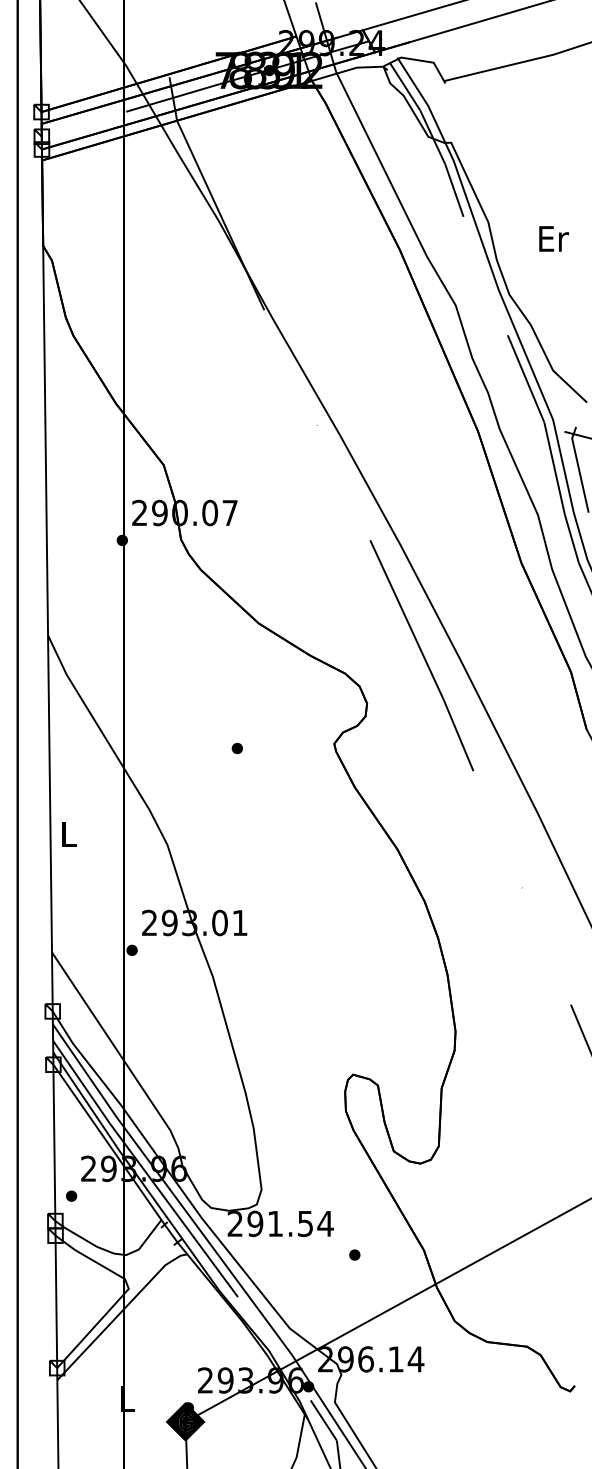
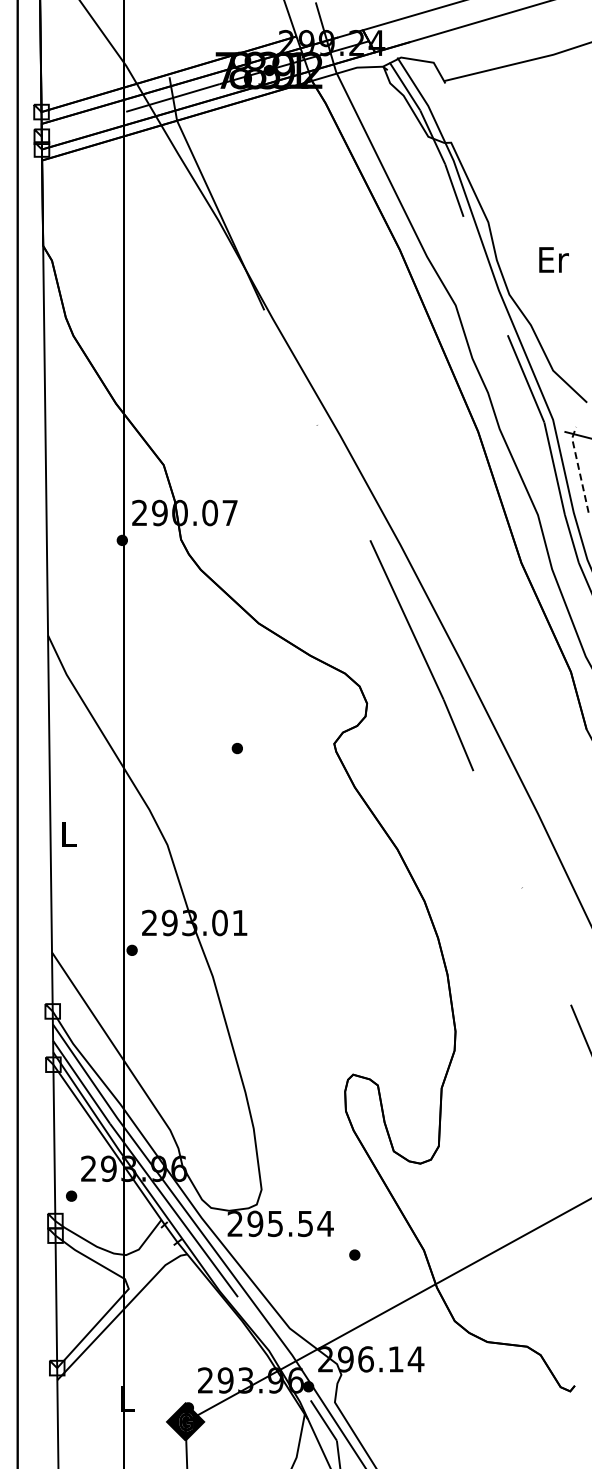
text at (553, 238) position: (553, 238) -> (553, 259)
line at (578, 468): solid -> dashed
text at (275, 1224): 291.54 -> 295.54
